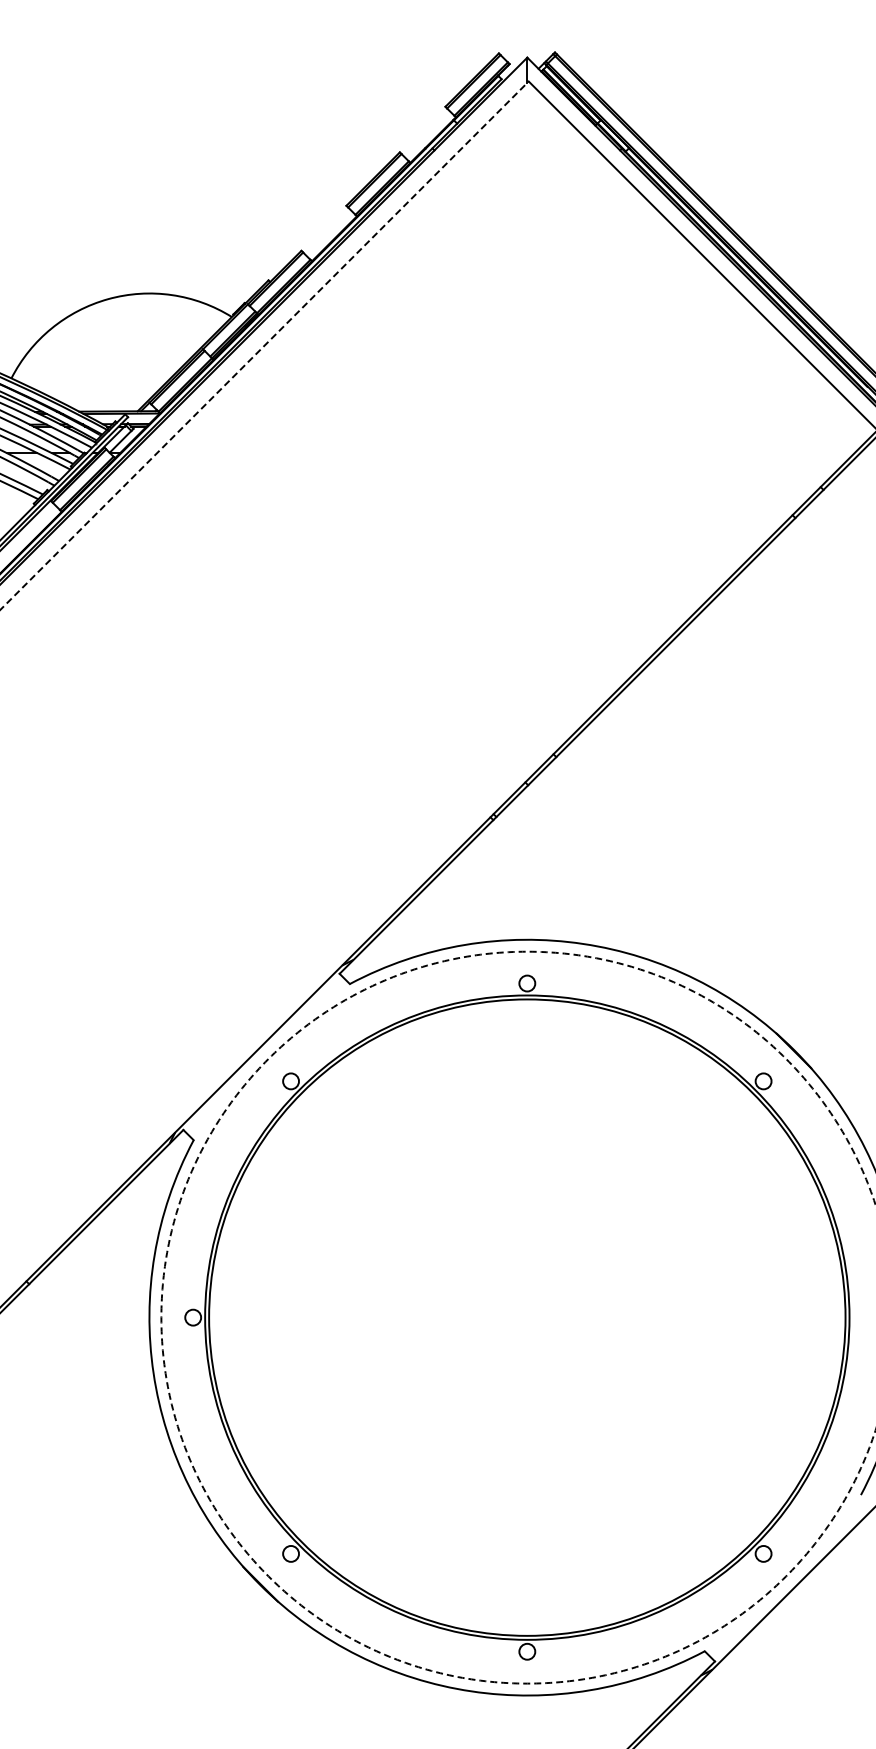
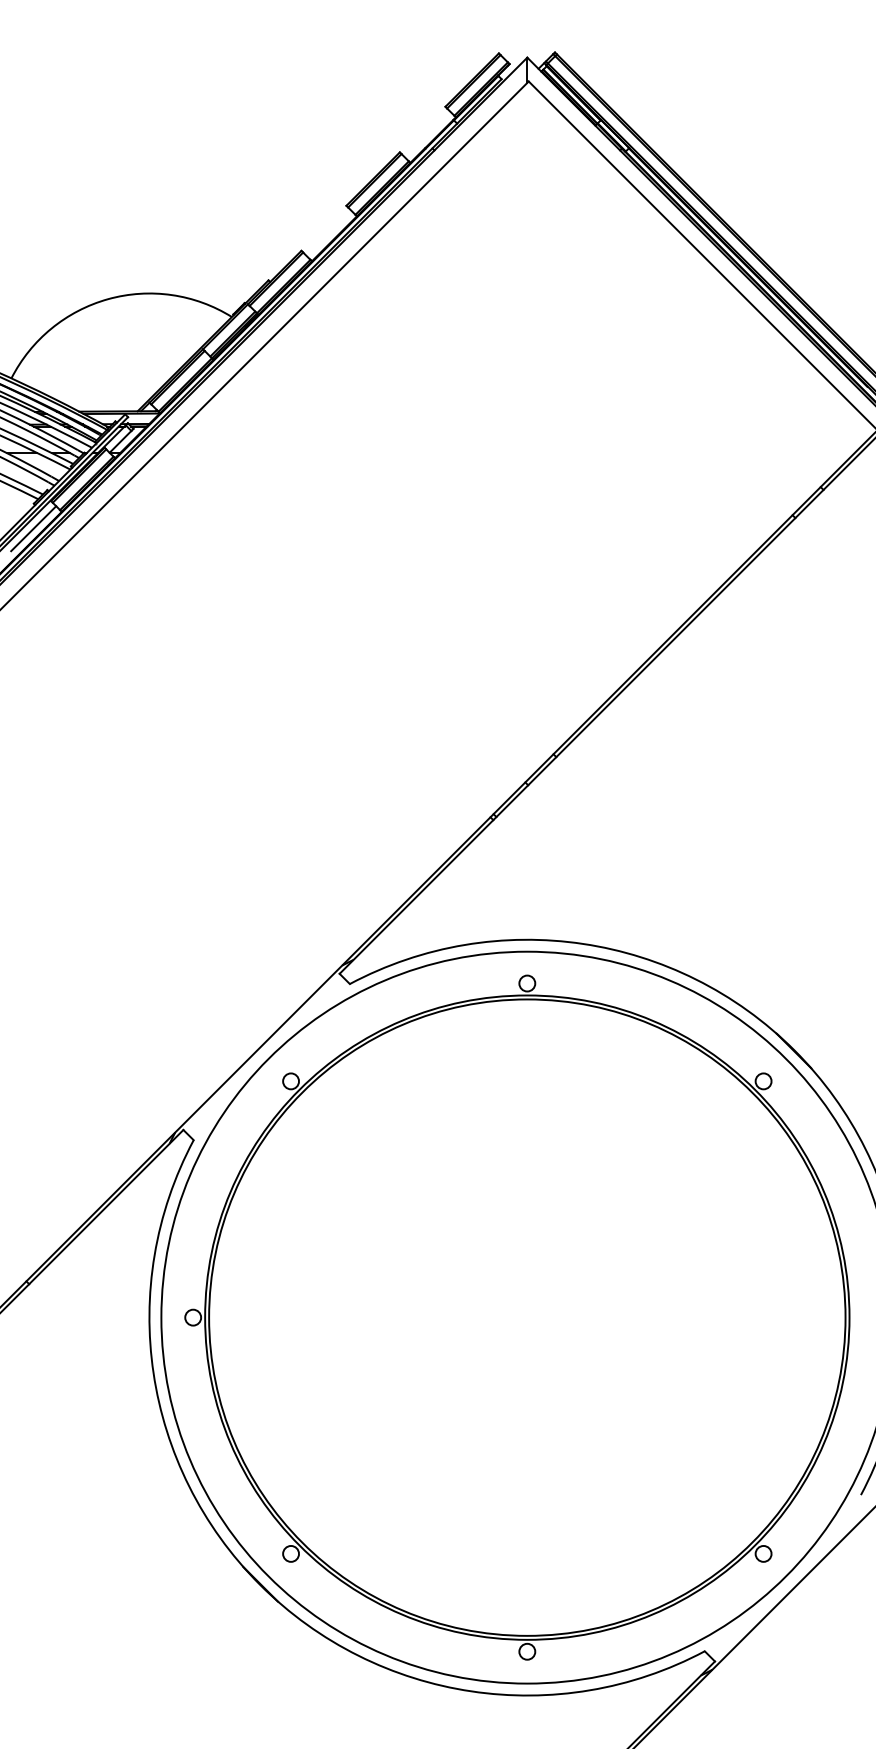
line at (264, 345): dashed -> solid
line at (33, 528): none -> present
circle at (518, 1317): dashed -> solid
